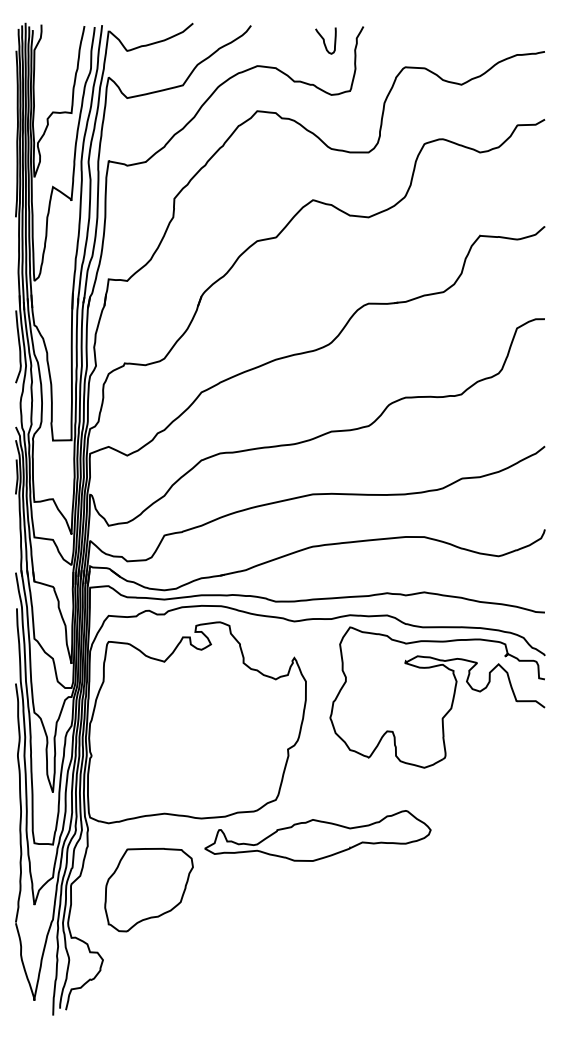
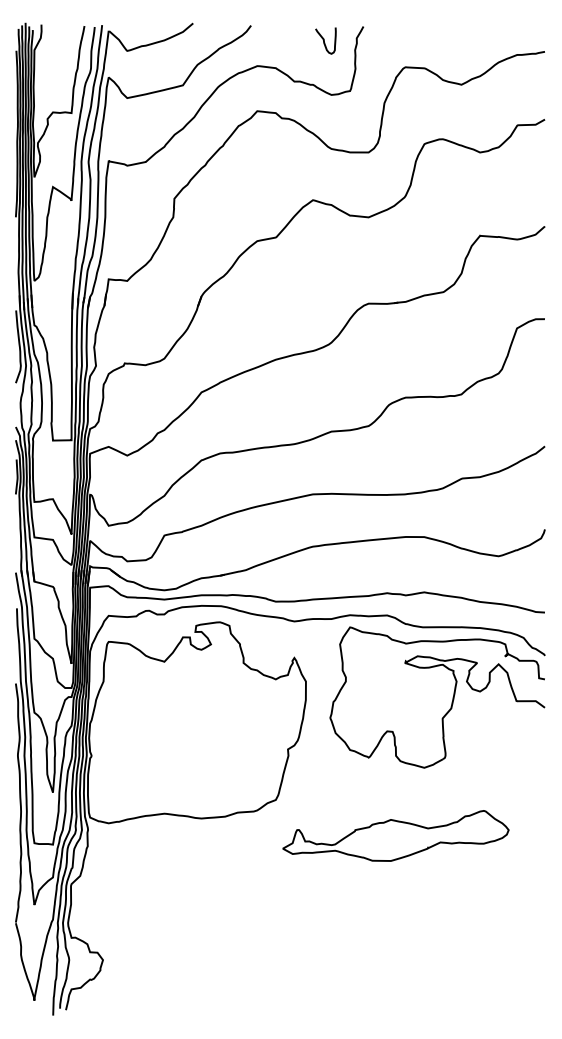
part at (317, 835) position: (317, 835) -> (395, 835)
part at (148, 889): present -> none
